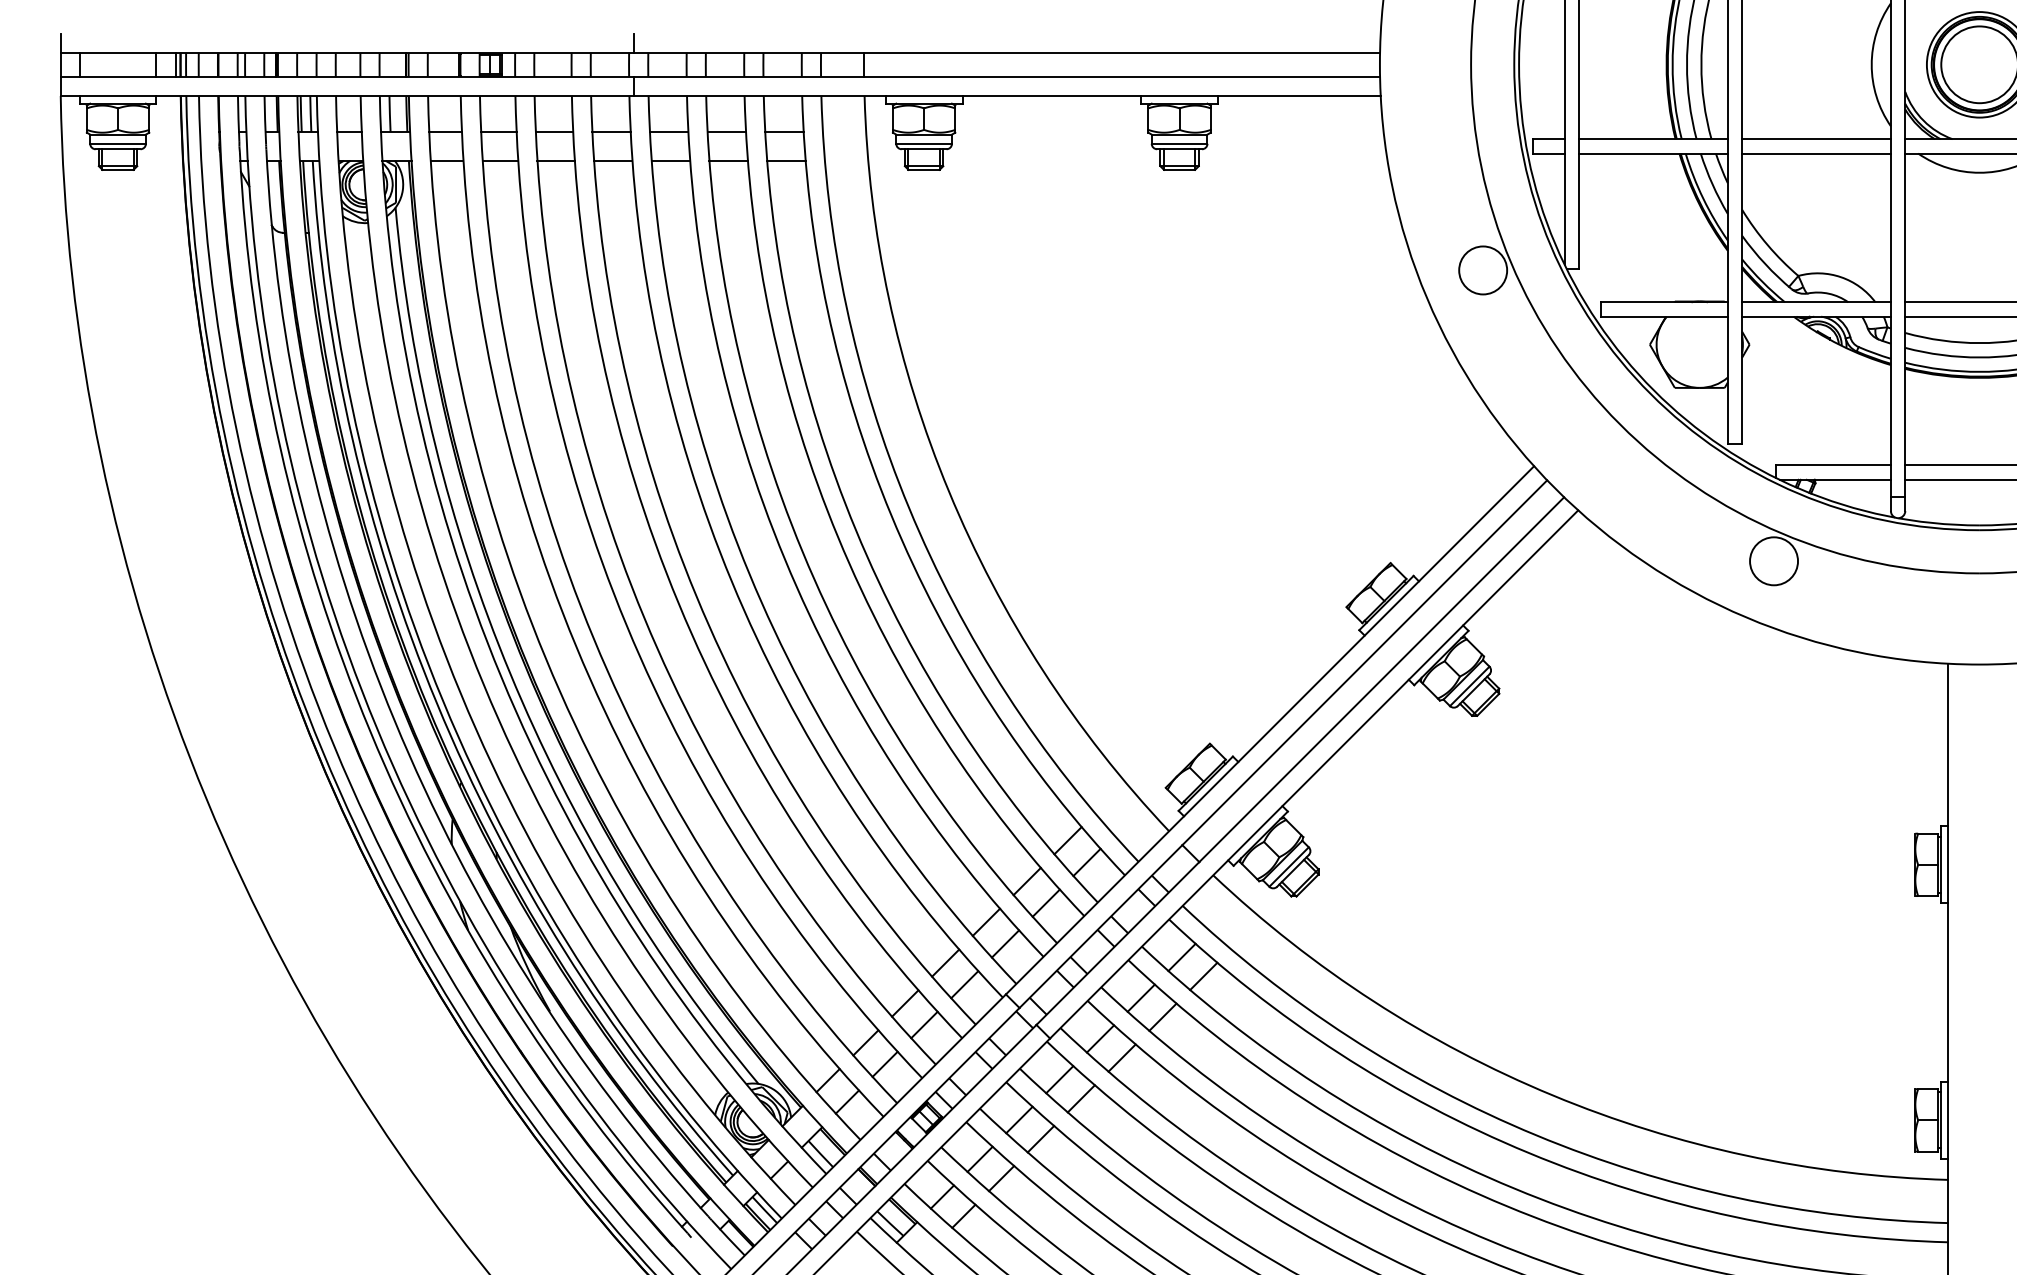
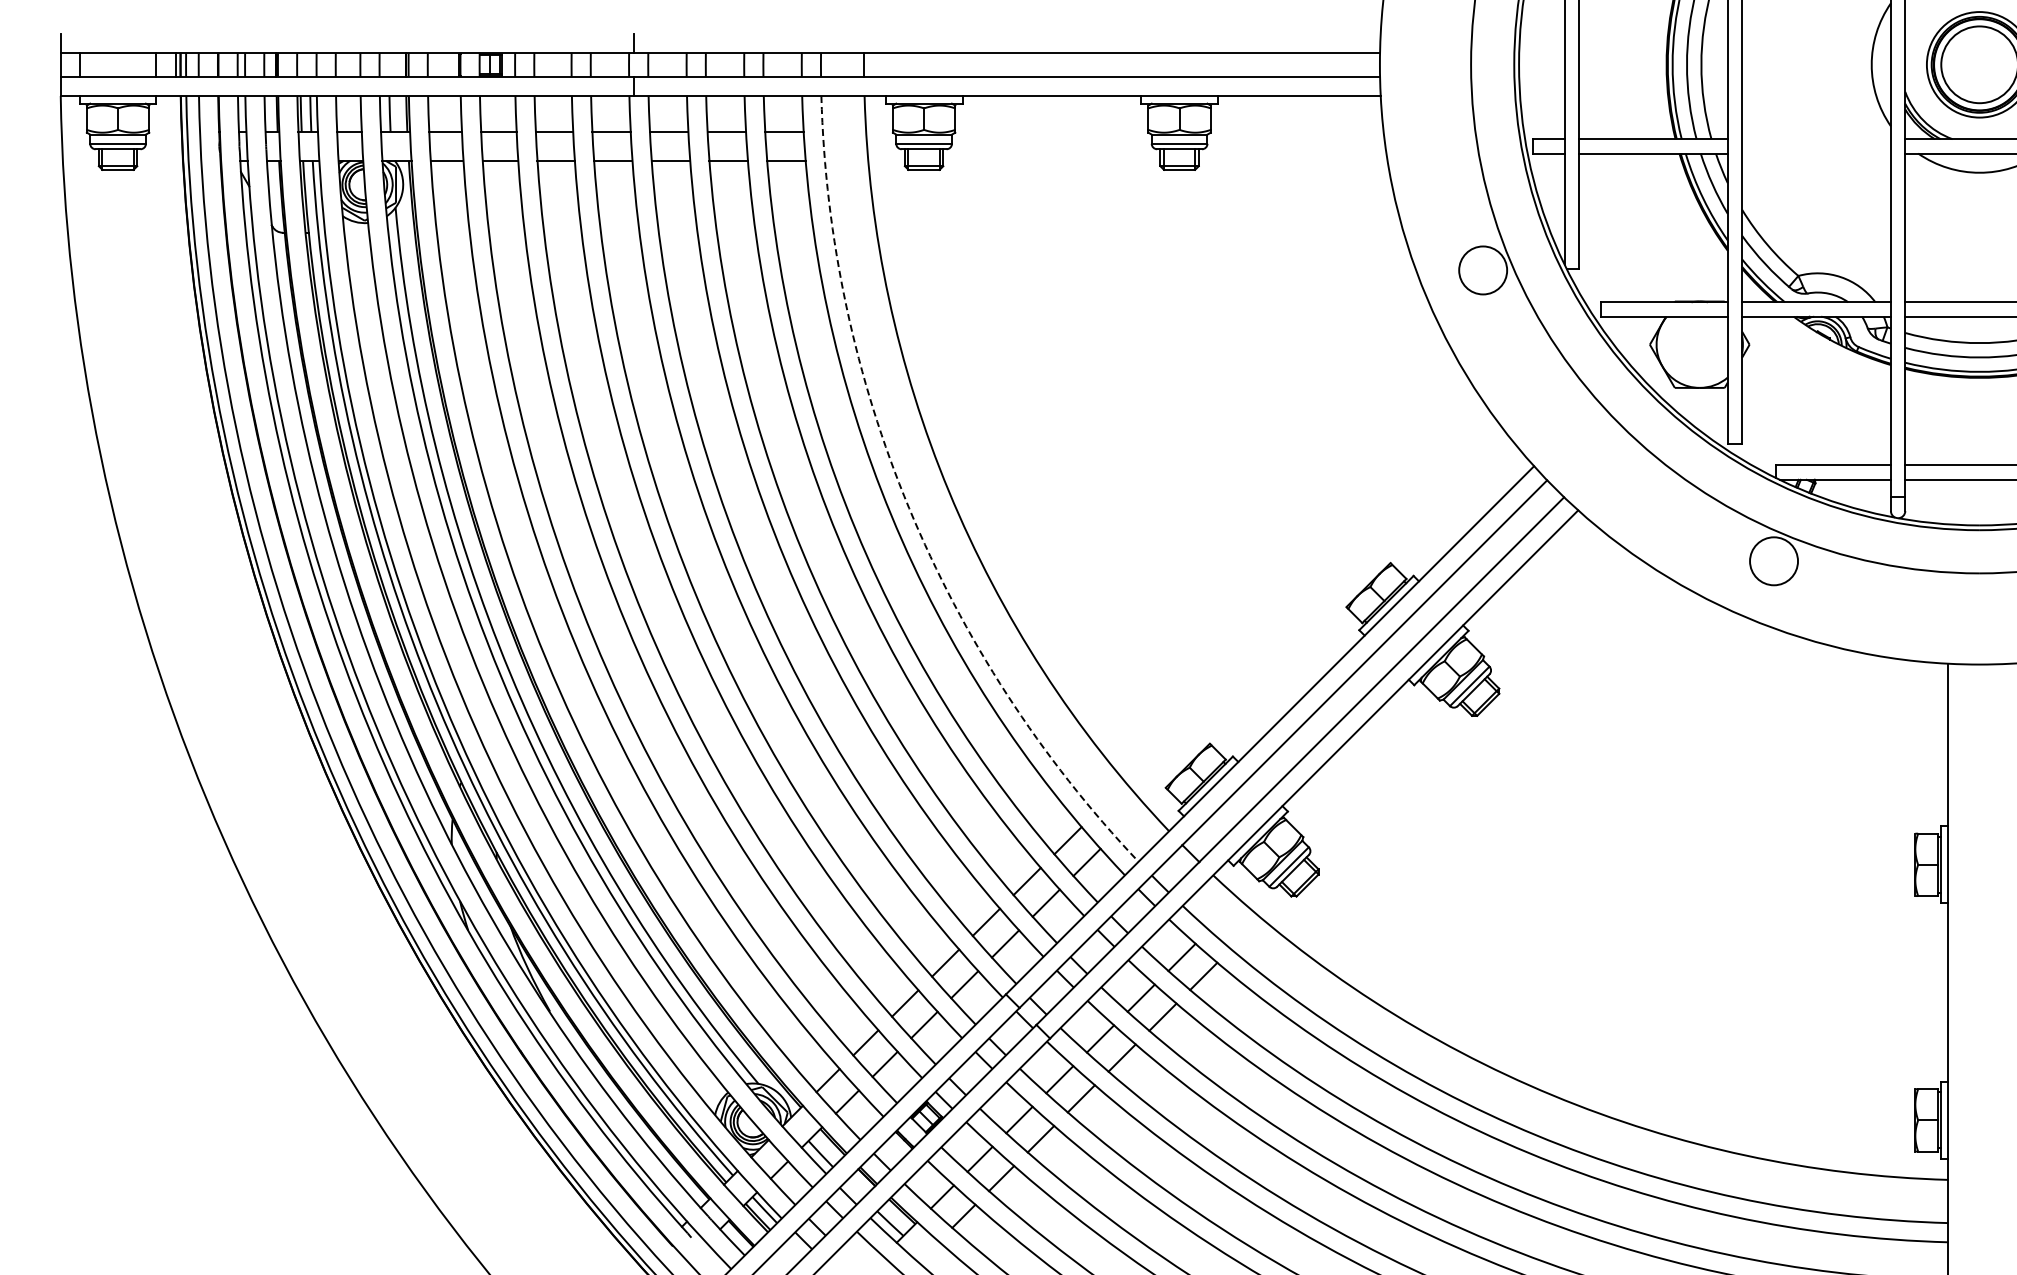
line at (1816, 139): present -> none
line at (1816, 153): present -> none
arc at (909, 508): solid -> dashed
